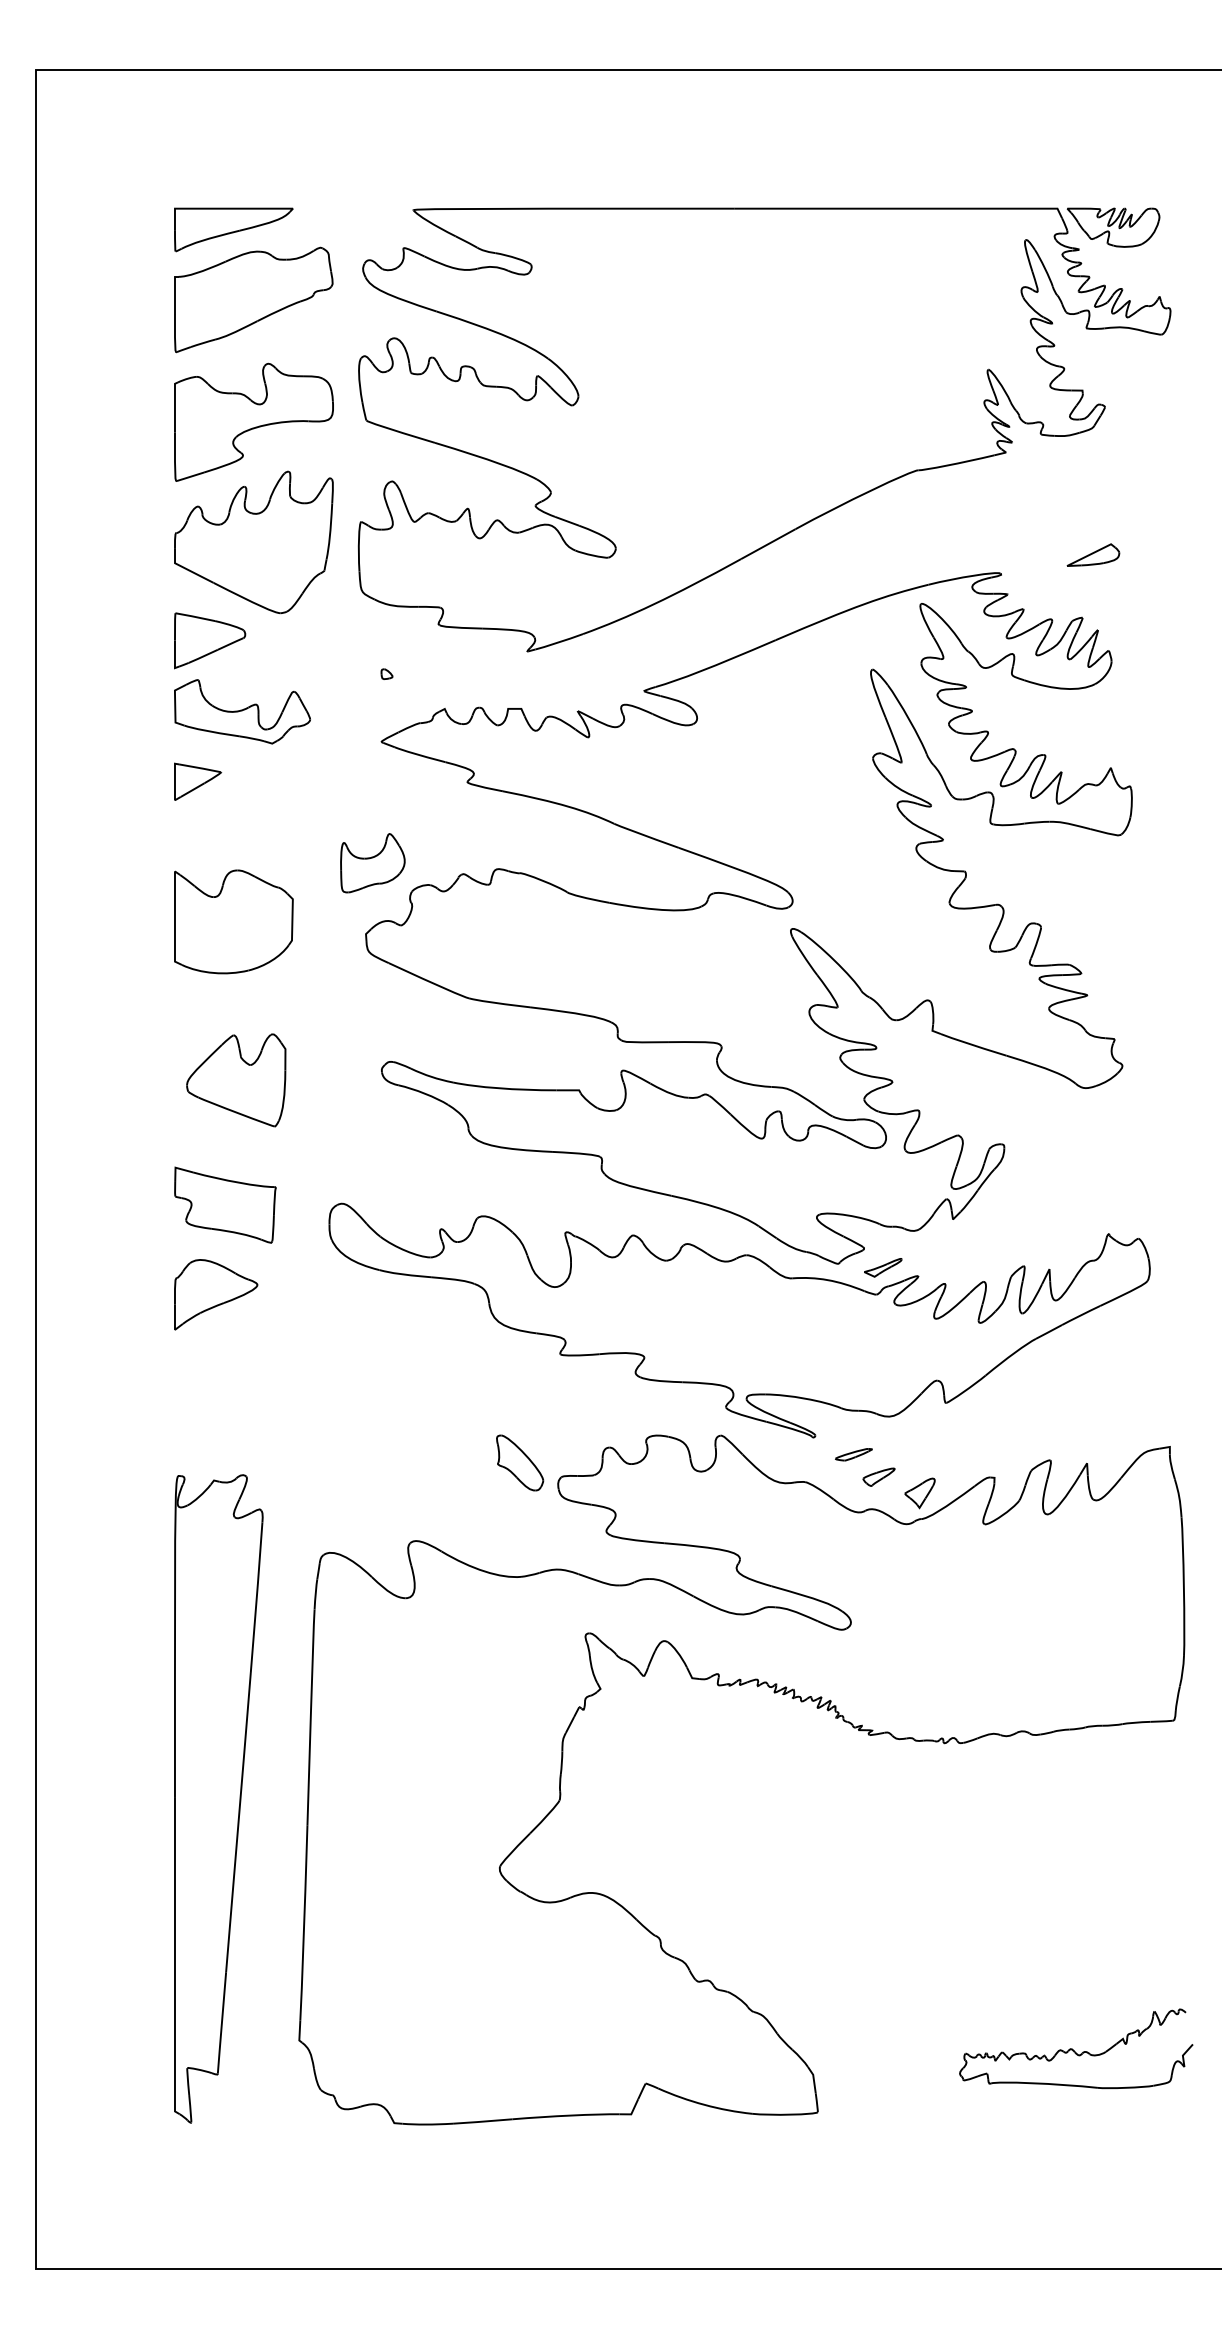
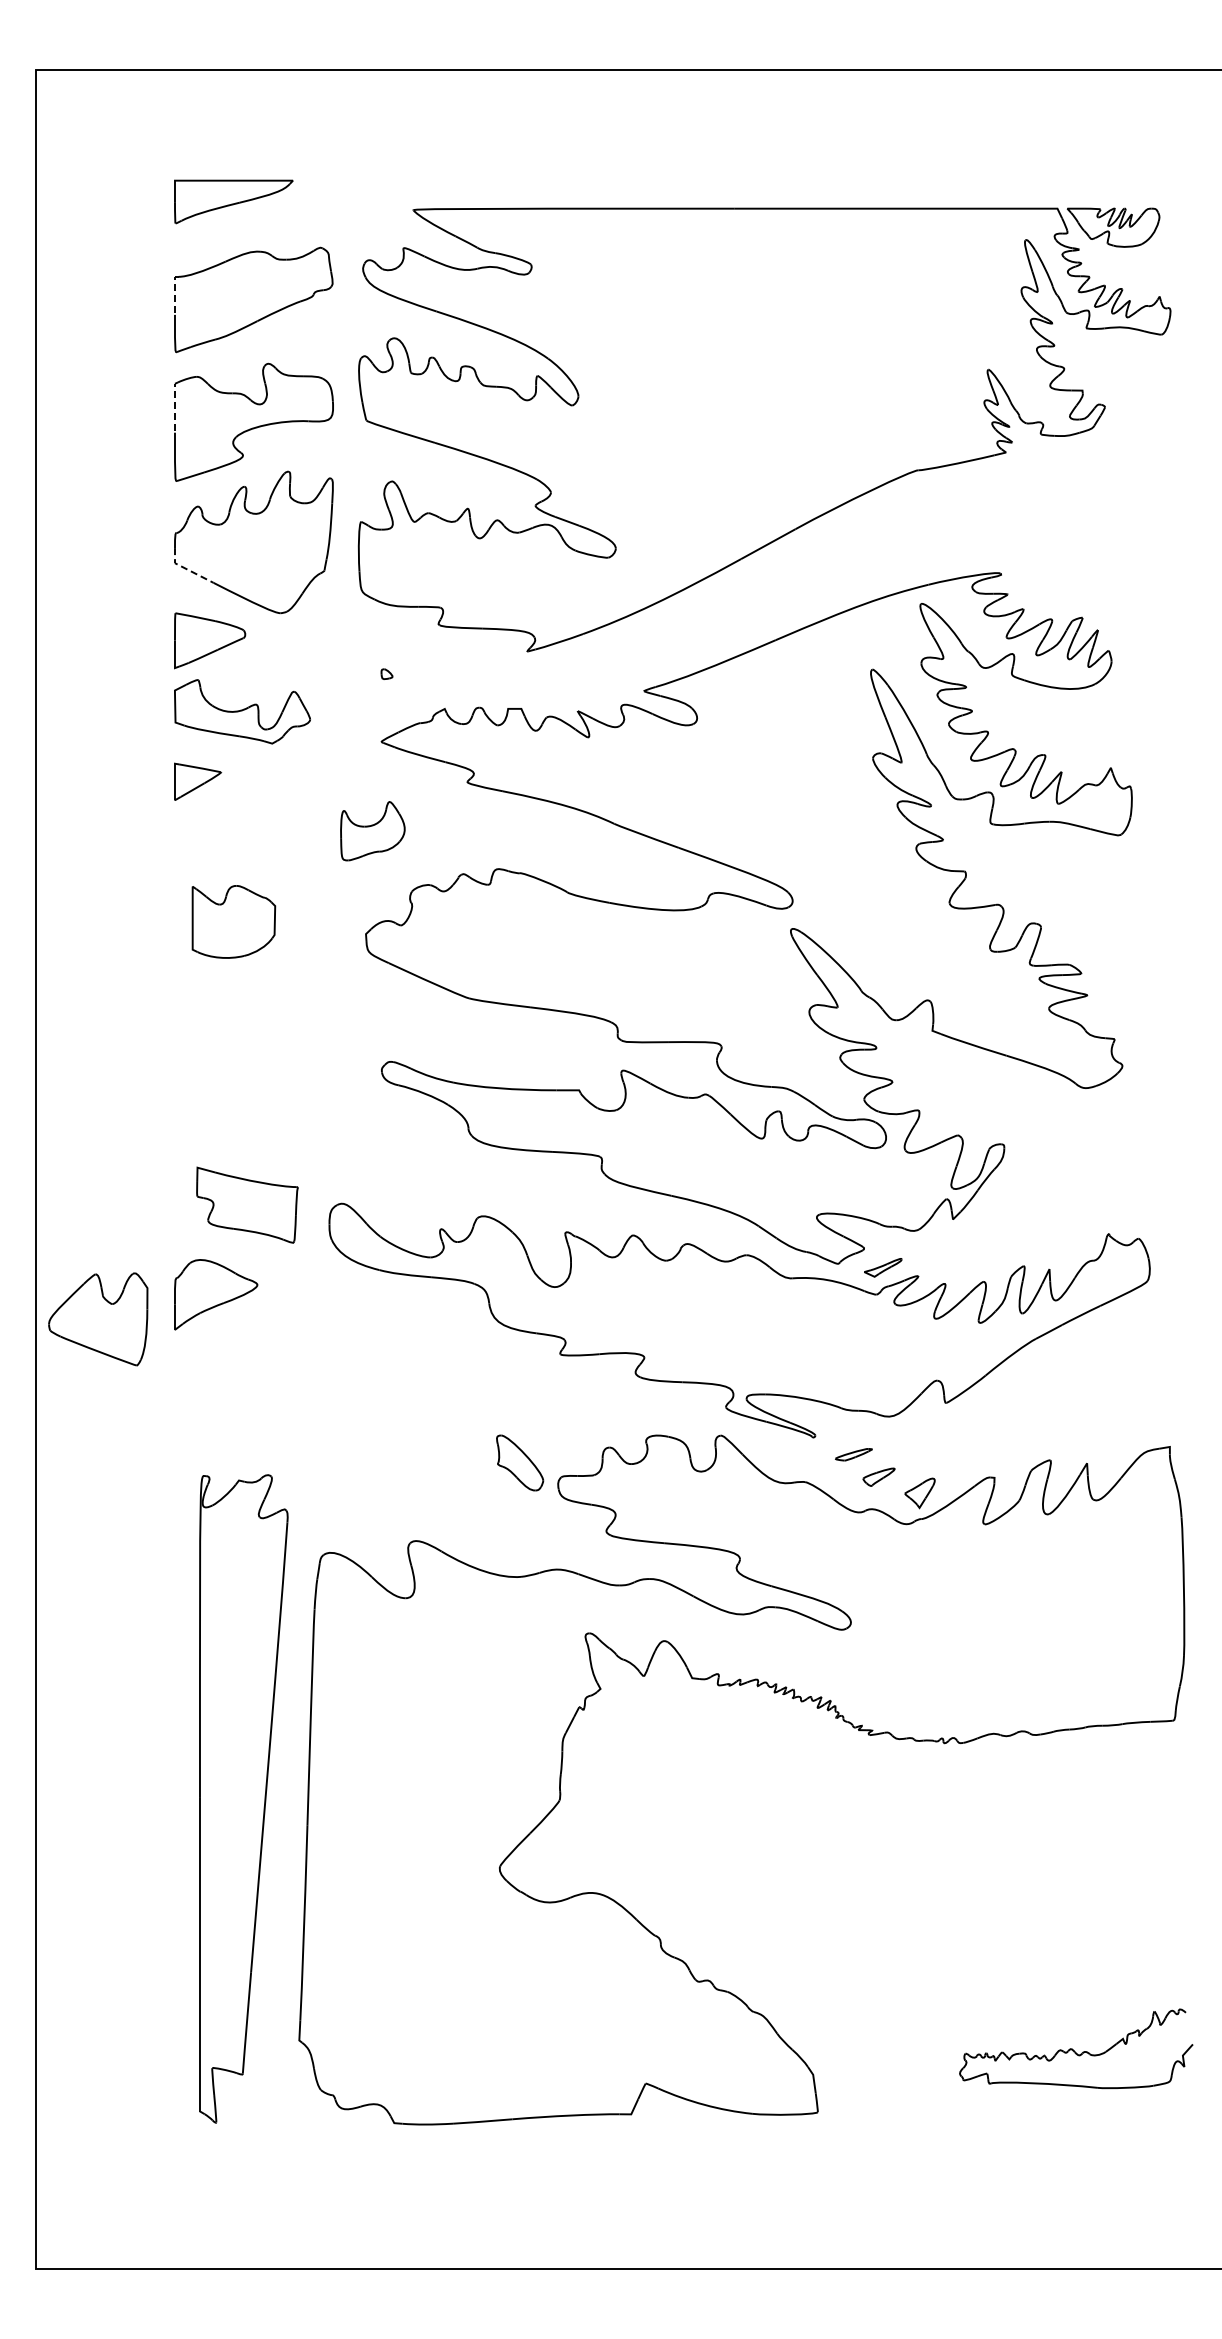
part at (233, 229) position: (233, 229) -> (233, 201)
line at (174, 293): solid -> dashed
line at (174, 405): solid -> dashed
part at (1093, 554): present -> none
line at (187, 569): solid -> dashed
part at (372, 863) position: (372, 863) -> (372, 831)
part at (233, 921) size: 120x106 px -> 86x74 px
part at (236, 1080) position: (236, 1080) -> (98, 1319)
part at (225, 1204) position: (225, 1204) -> (247, 1204)
part at (218, 1798) position: (218, 1798) -> (243, 1798)
